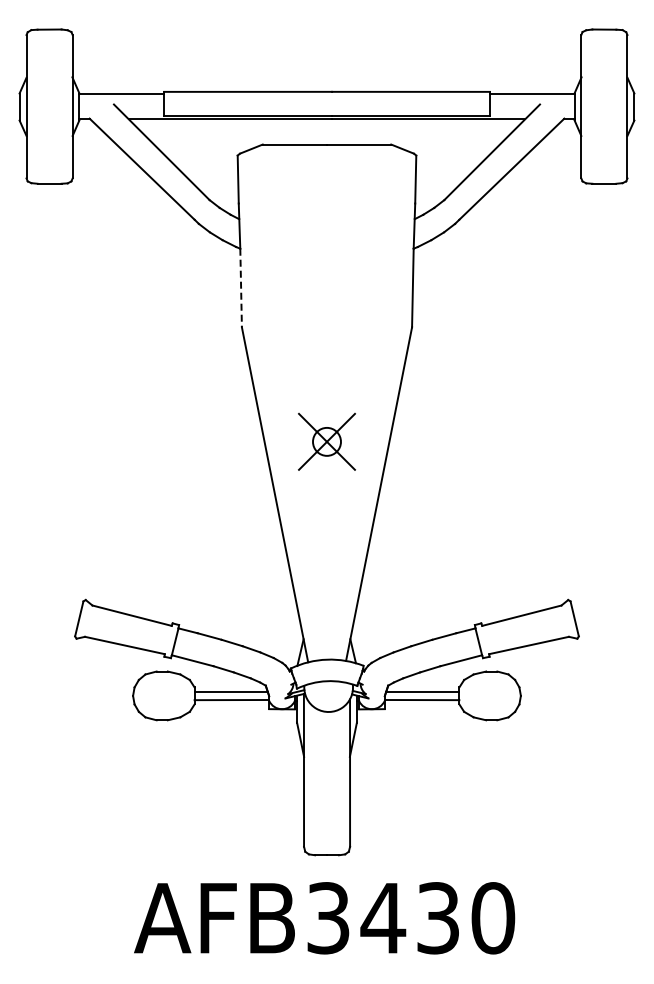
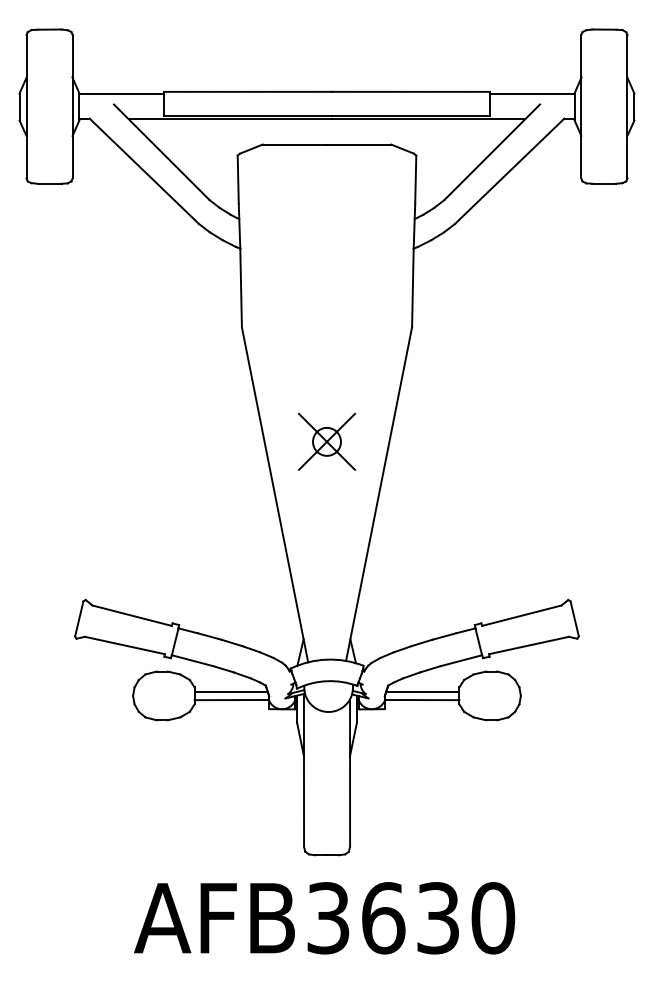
line at (241, 288): dashed -> solid
text at (383, 918): AFB3430 -> AFB3630
